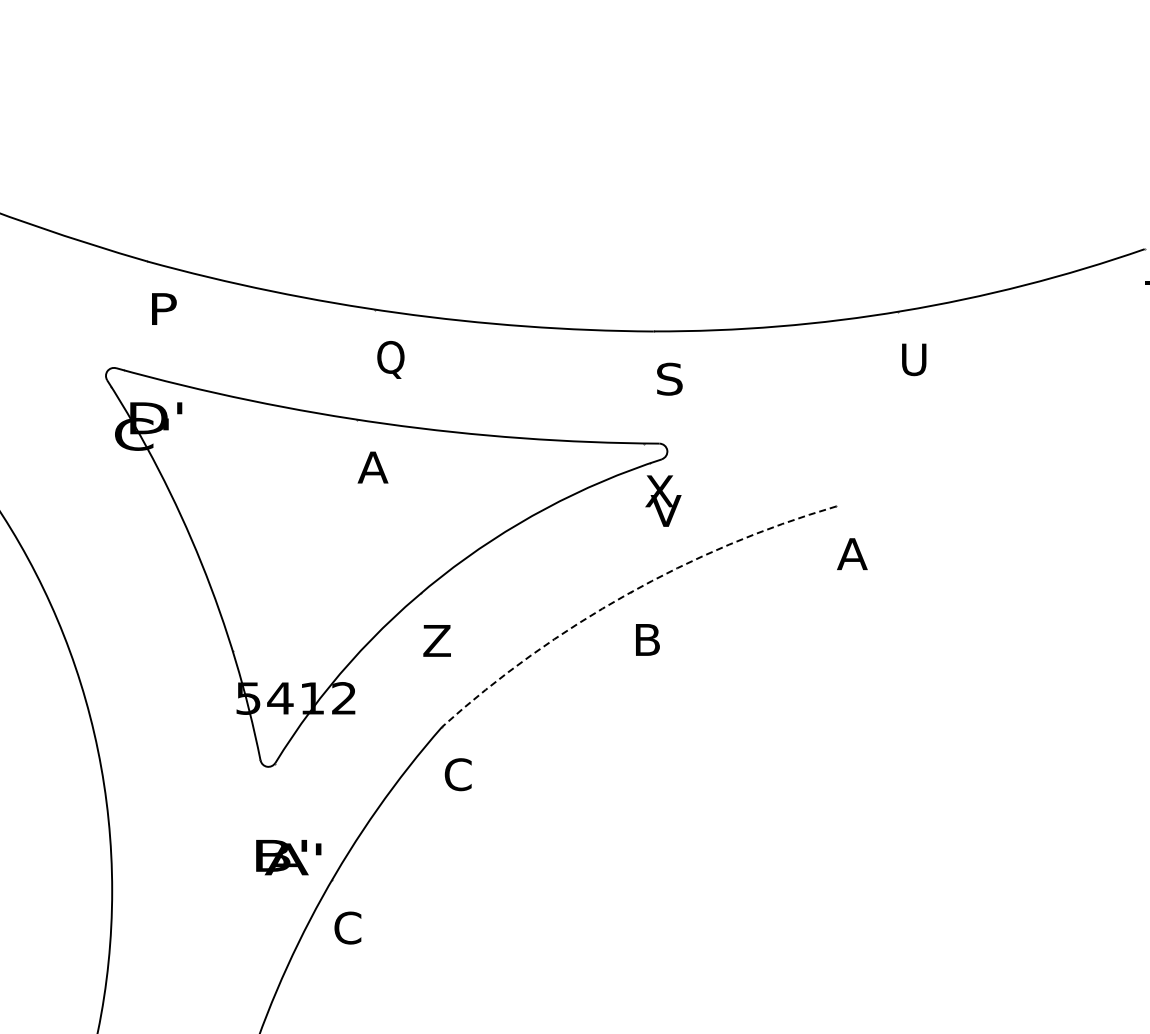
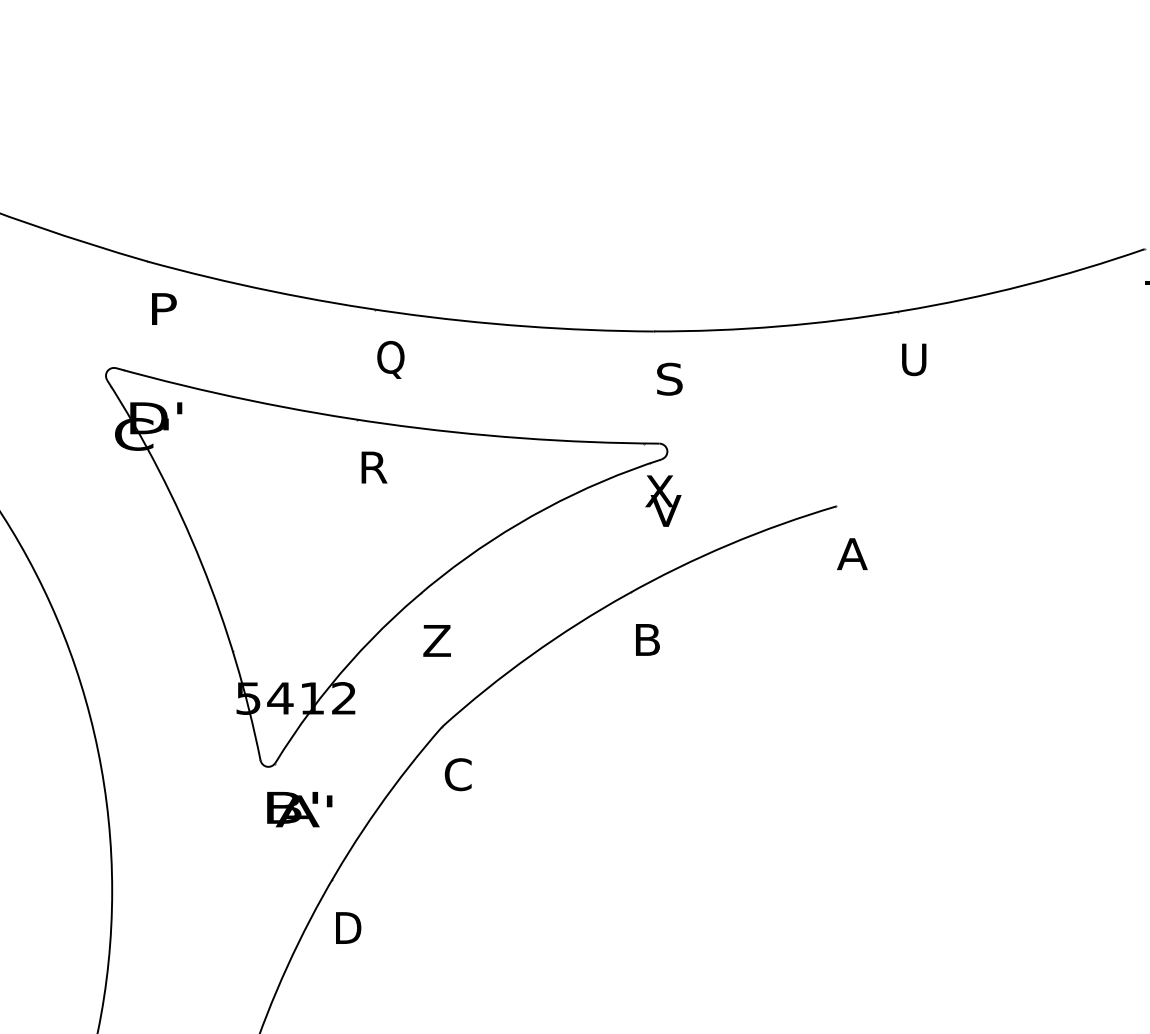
text at (372, 467): A -> R
arc at (626, 594): dashed -> solid
text at (288, 857) position: (288, 857) -> (299, 809)
text at (347, 927): C -> D
